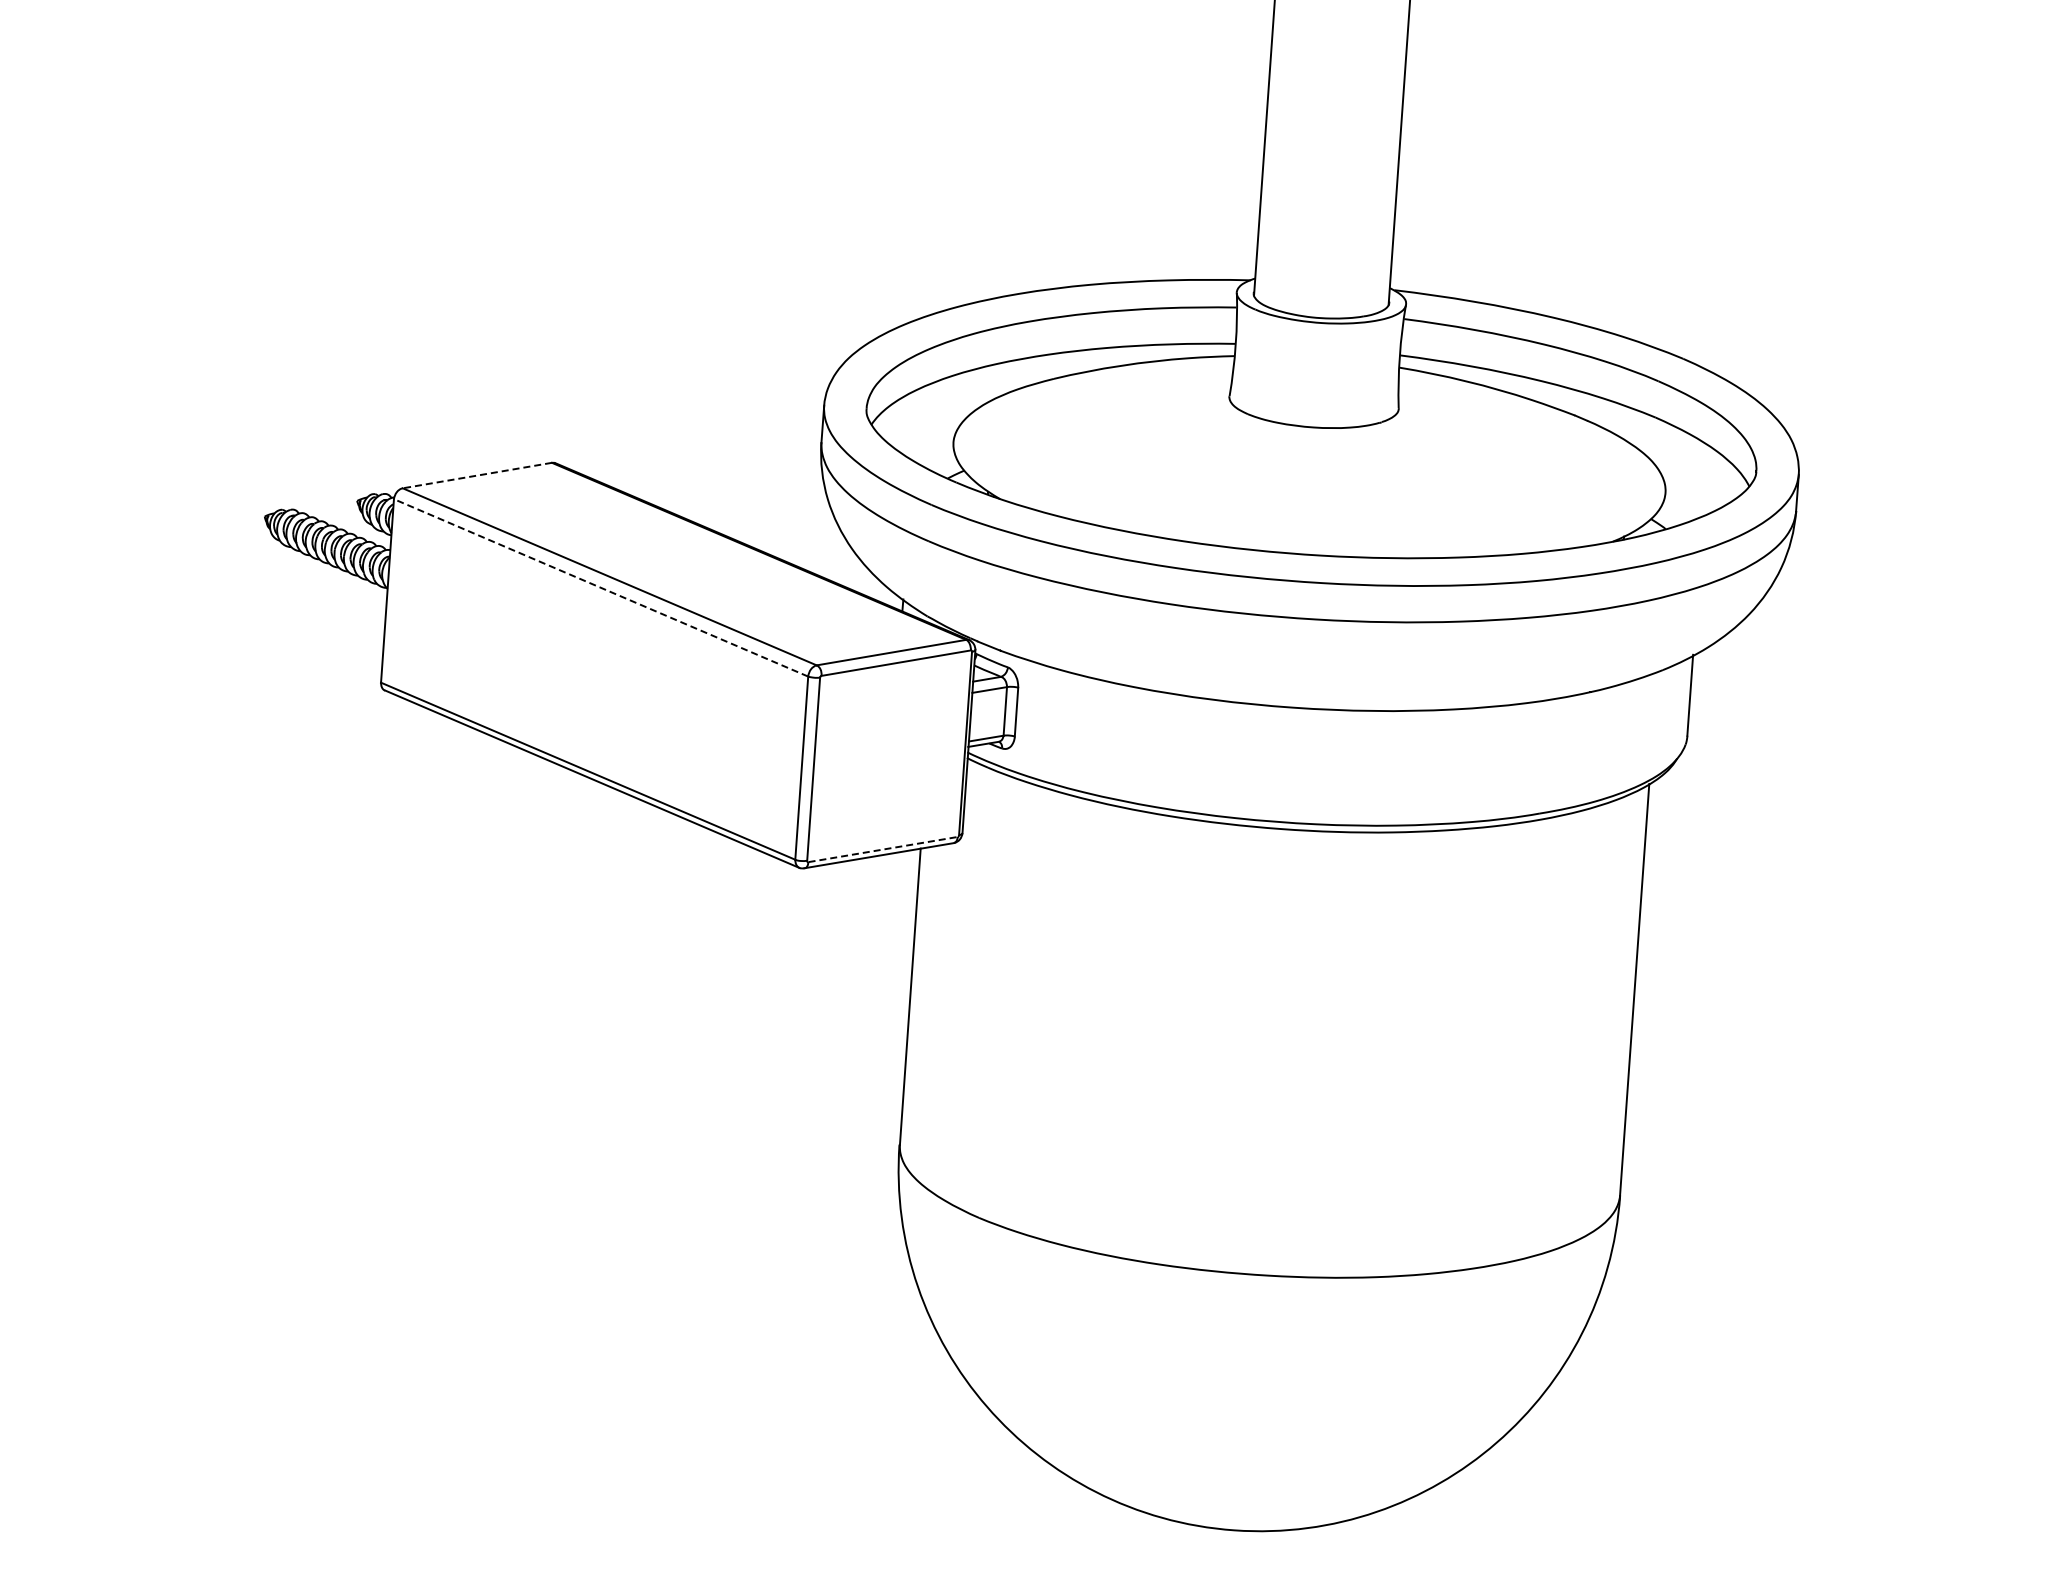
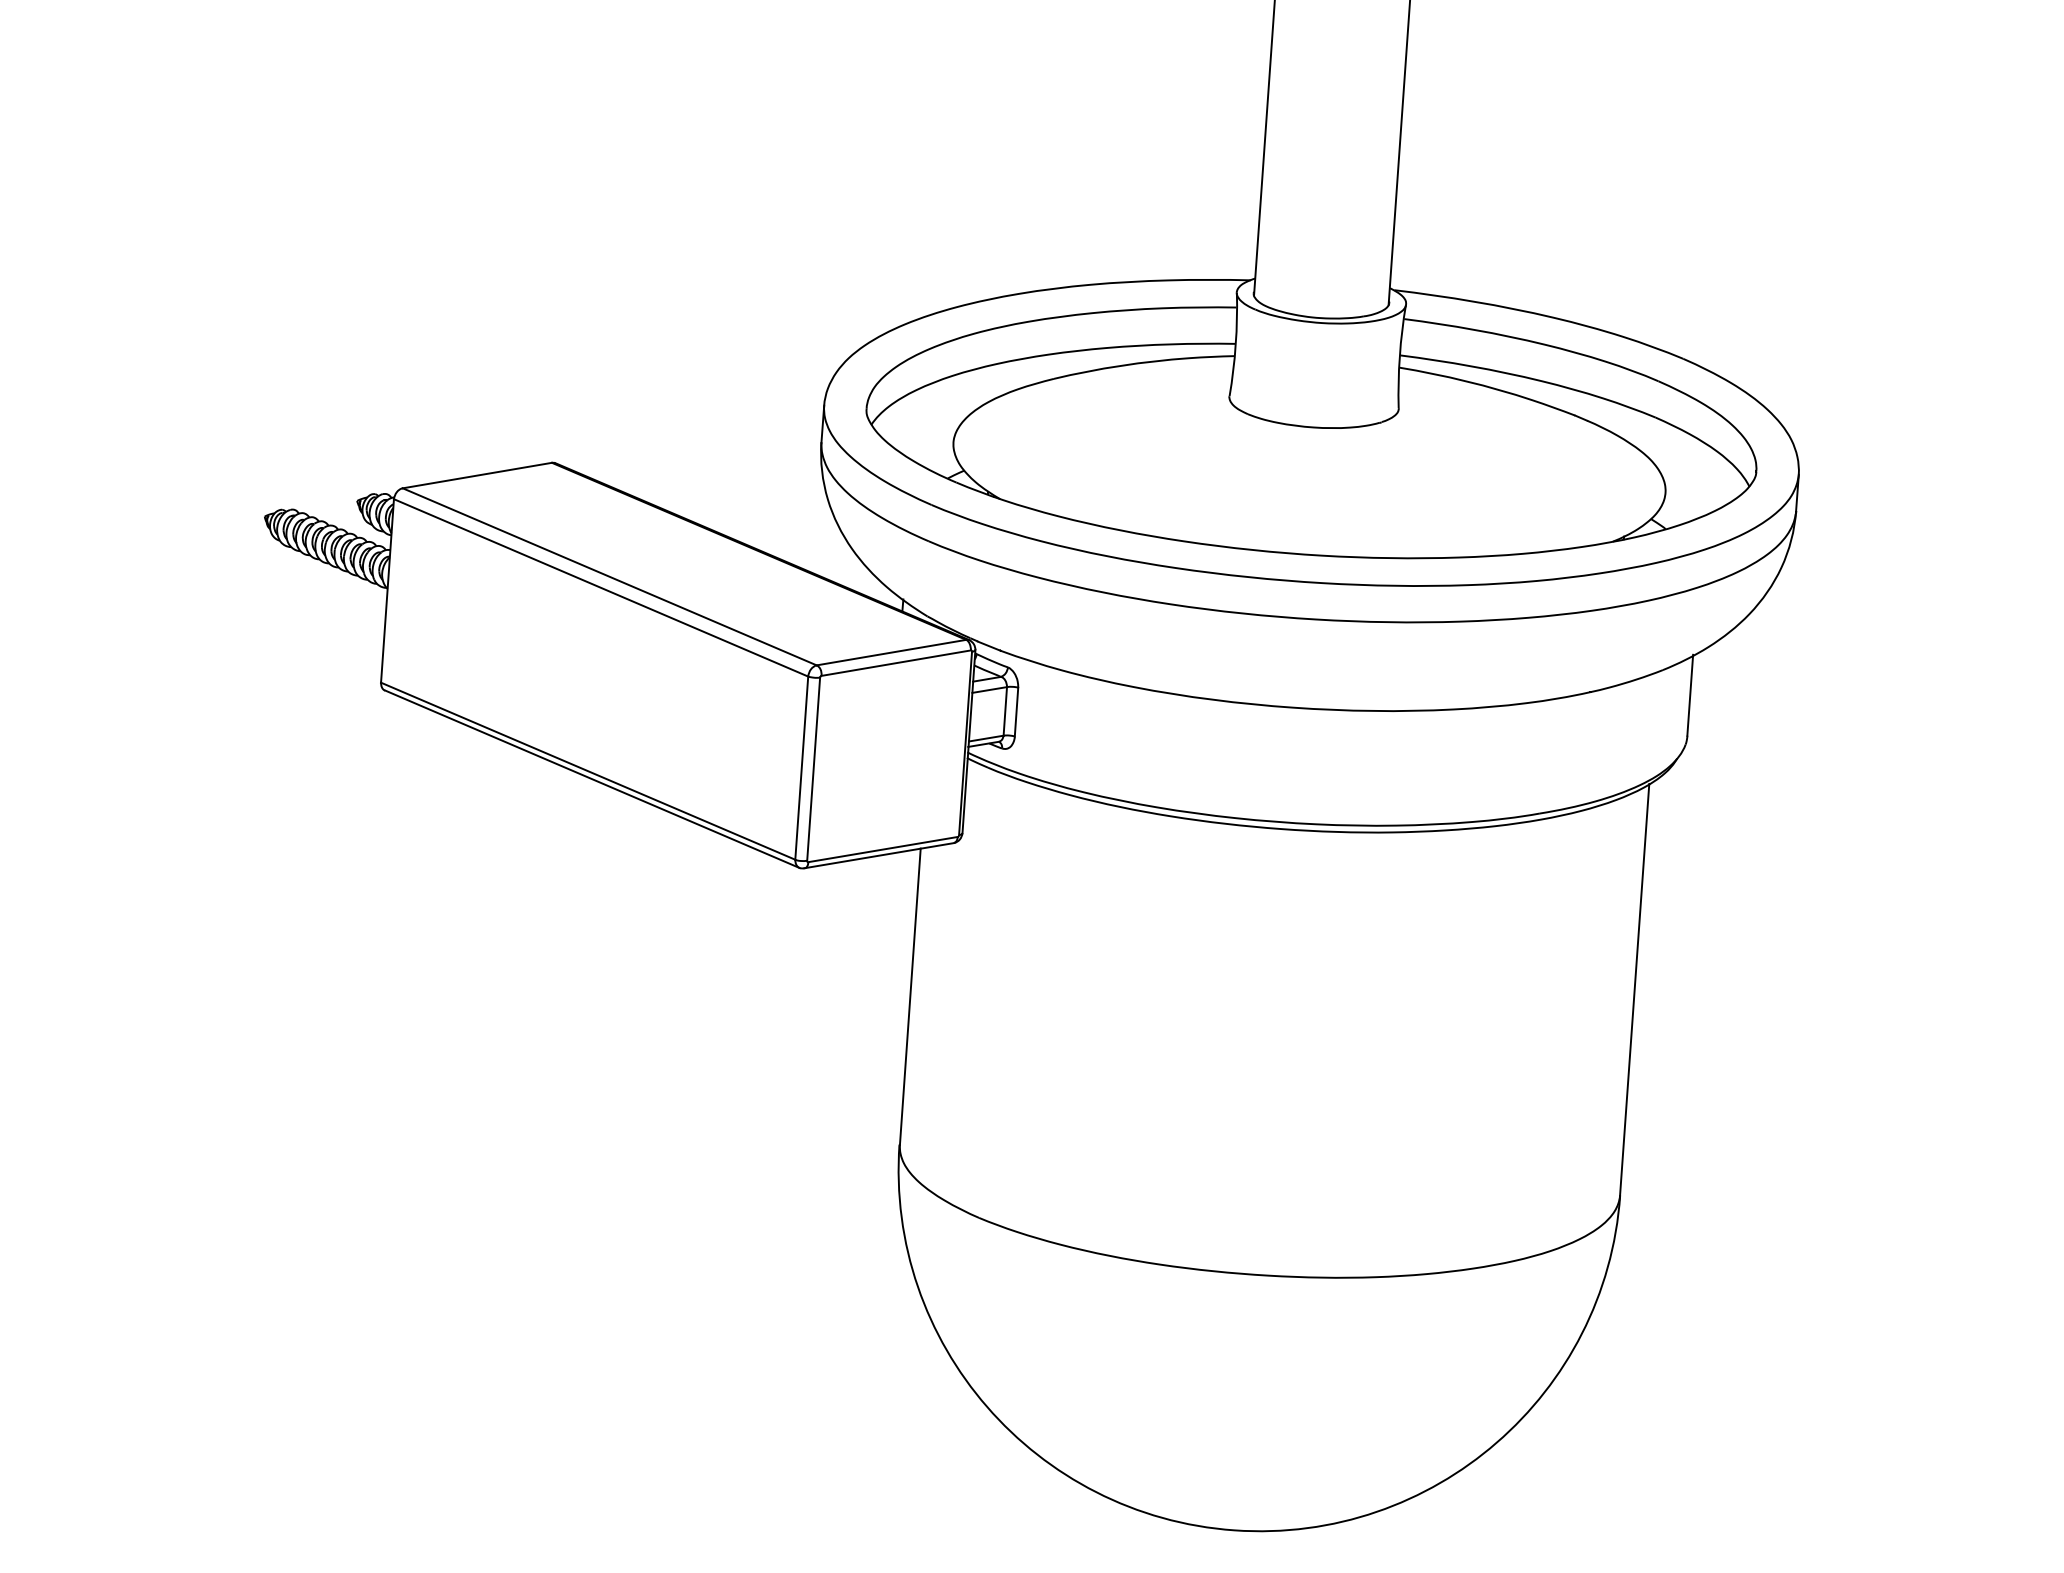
line at (477, 475): dashed -> solid
line at (600, 587): dashed -> solid
line at (883, 849): dashed -> solid
